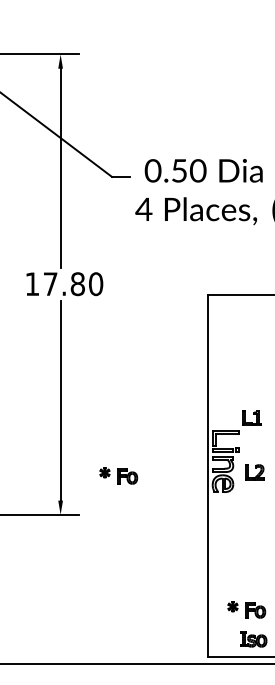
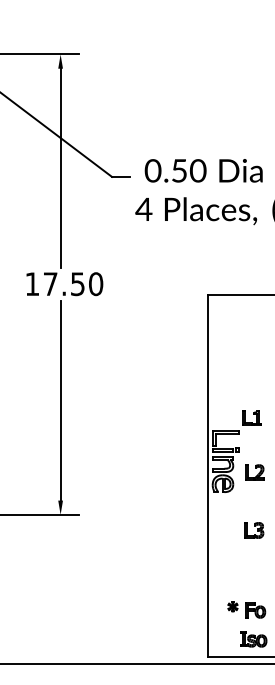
text at (77, 284): 17.80 -> 17.50
part at (118, 475): present -> none
part at (254, 530): none -> present
